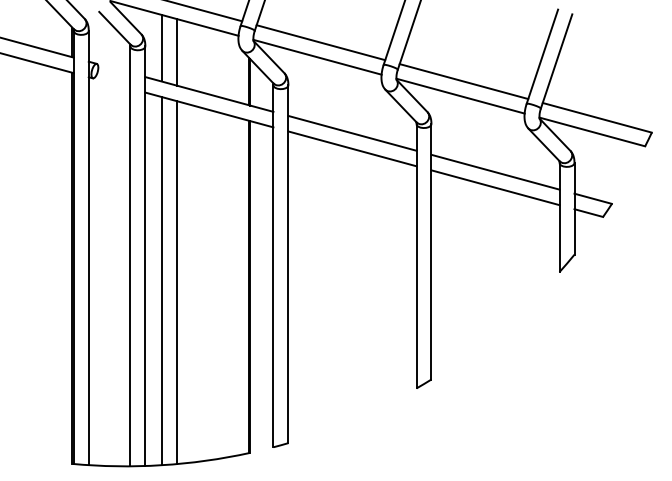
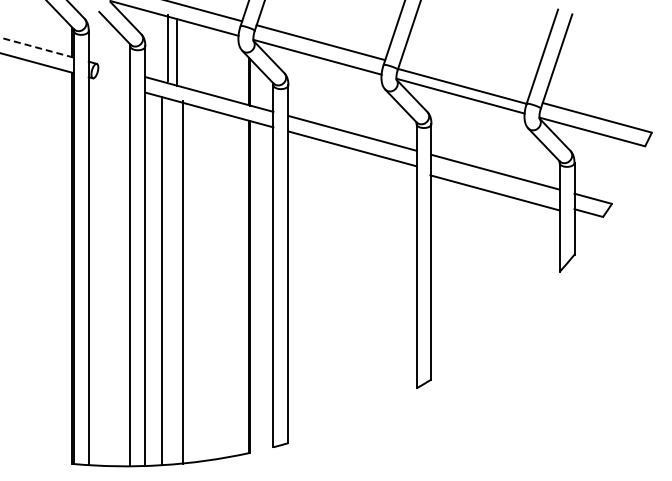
line at (37, 47): solid -> dashed
line at (161, 47) position: (161, 47) -> (167, 47)
line at (463, 81) position: (463, 81) -> (462, 86)
line at (495, 187) position: (495, 187) -> (494, 192)
line at (177, 282) position: (177, 282) -> (183, 282)
